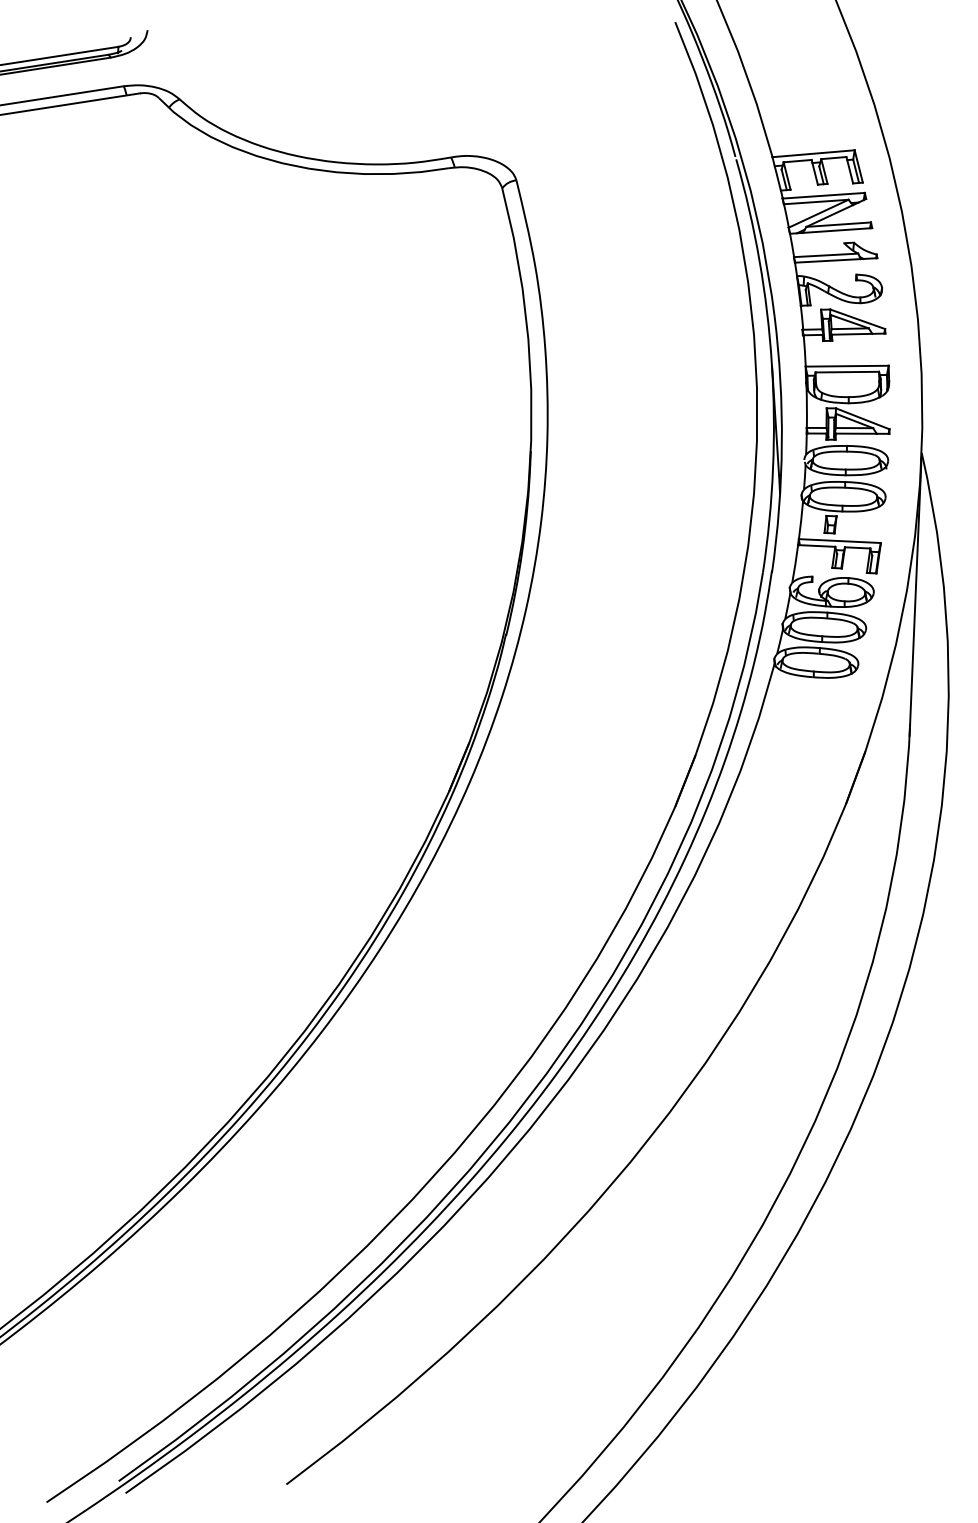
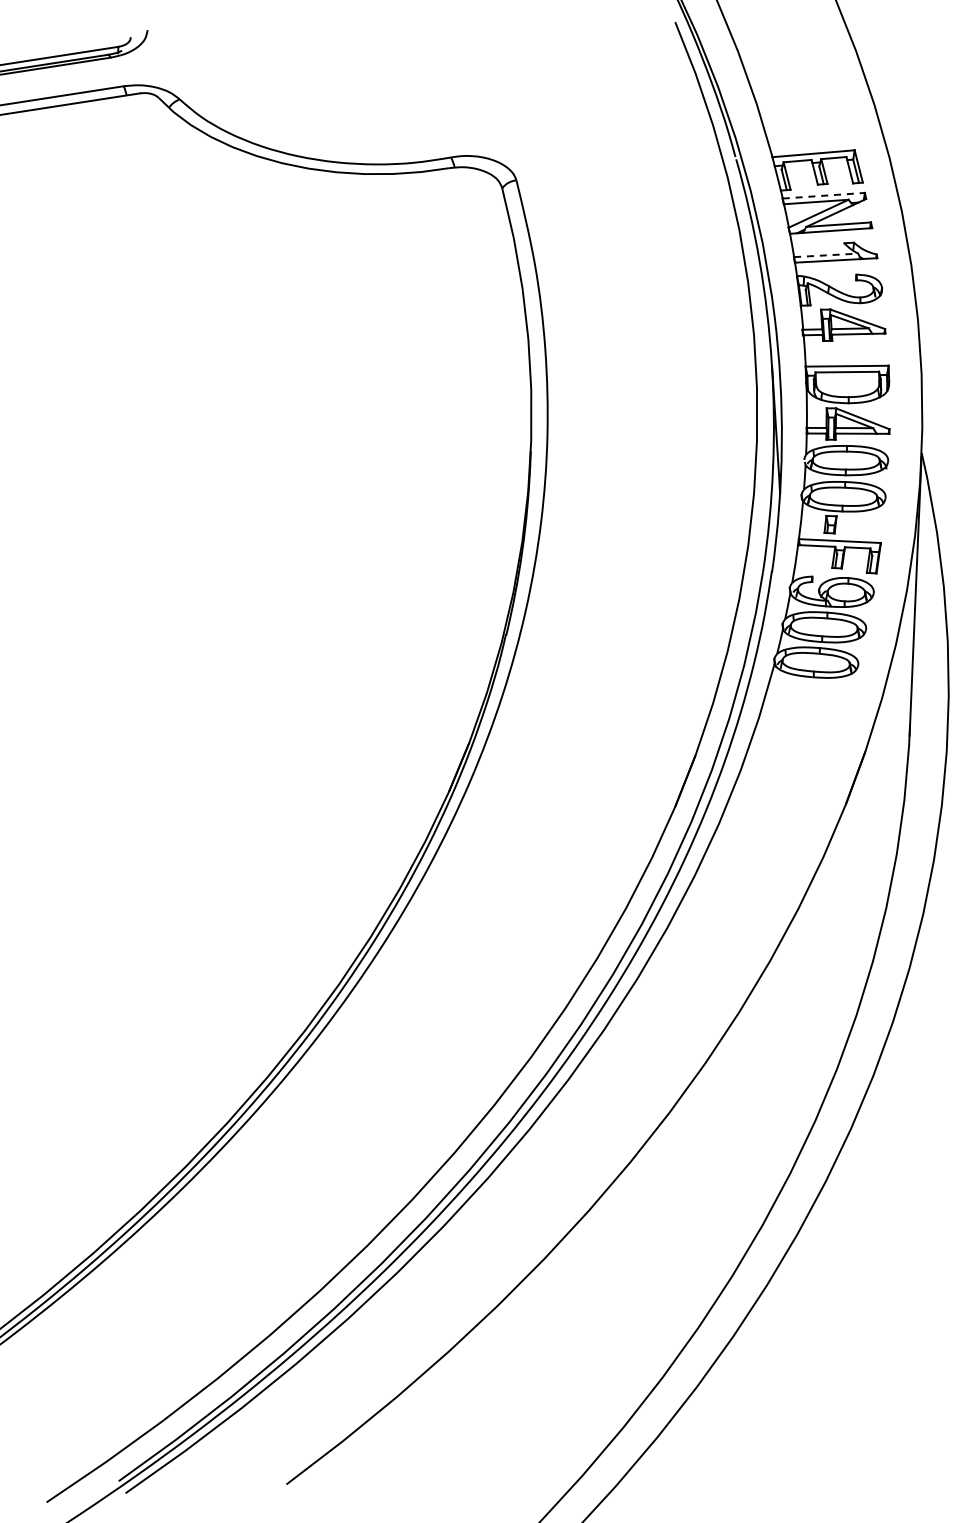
line at (824, 195): solid -> dashed
line at (826, 255): solid -> dashed
